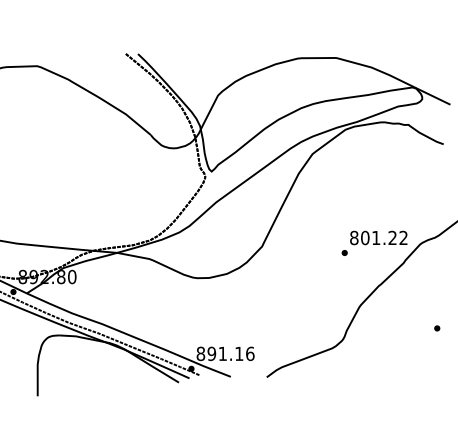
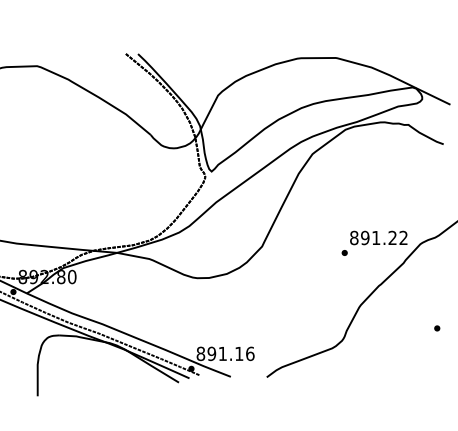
text at (365, 238): 801.22 -> 891.22
